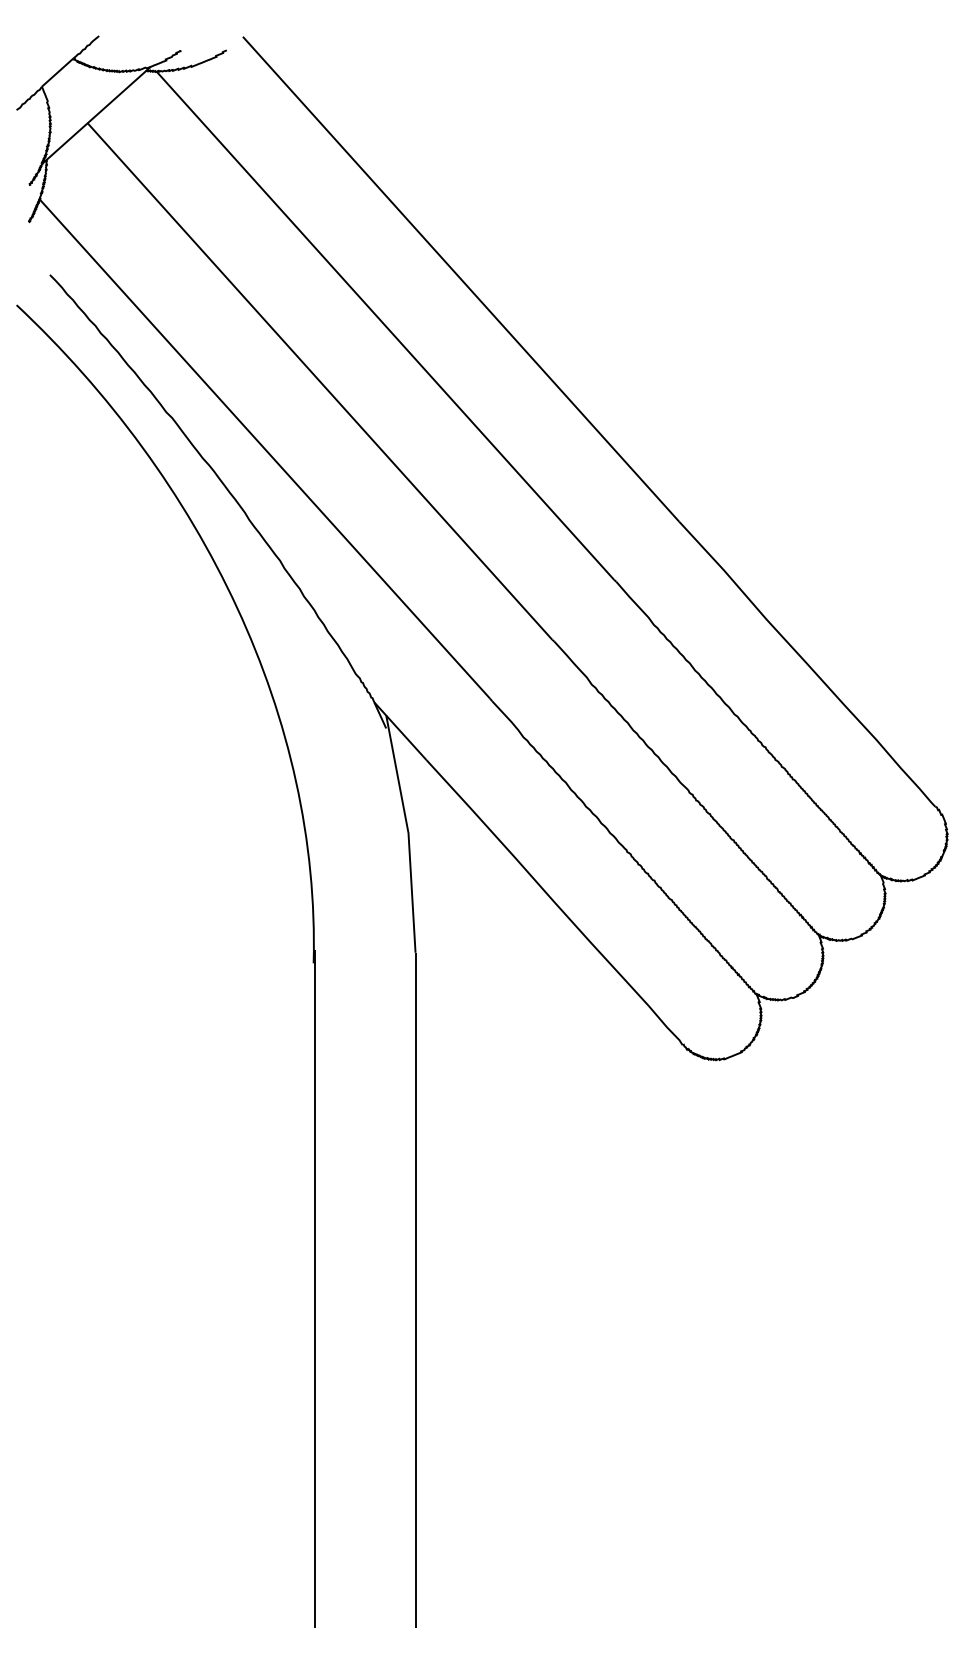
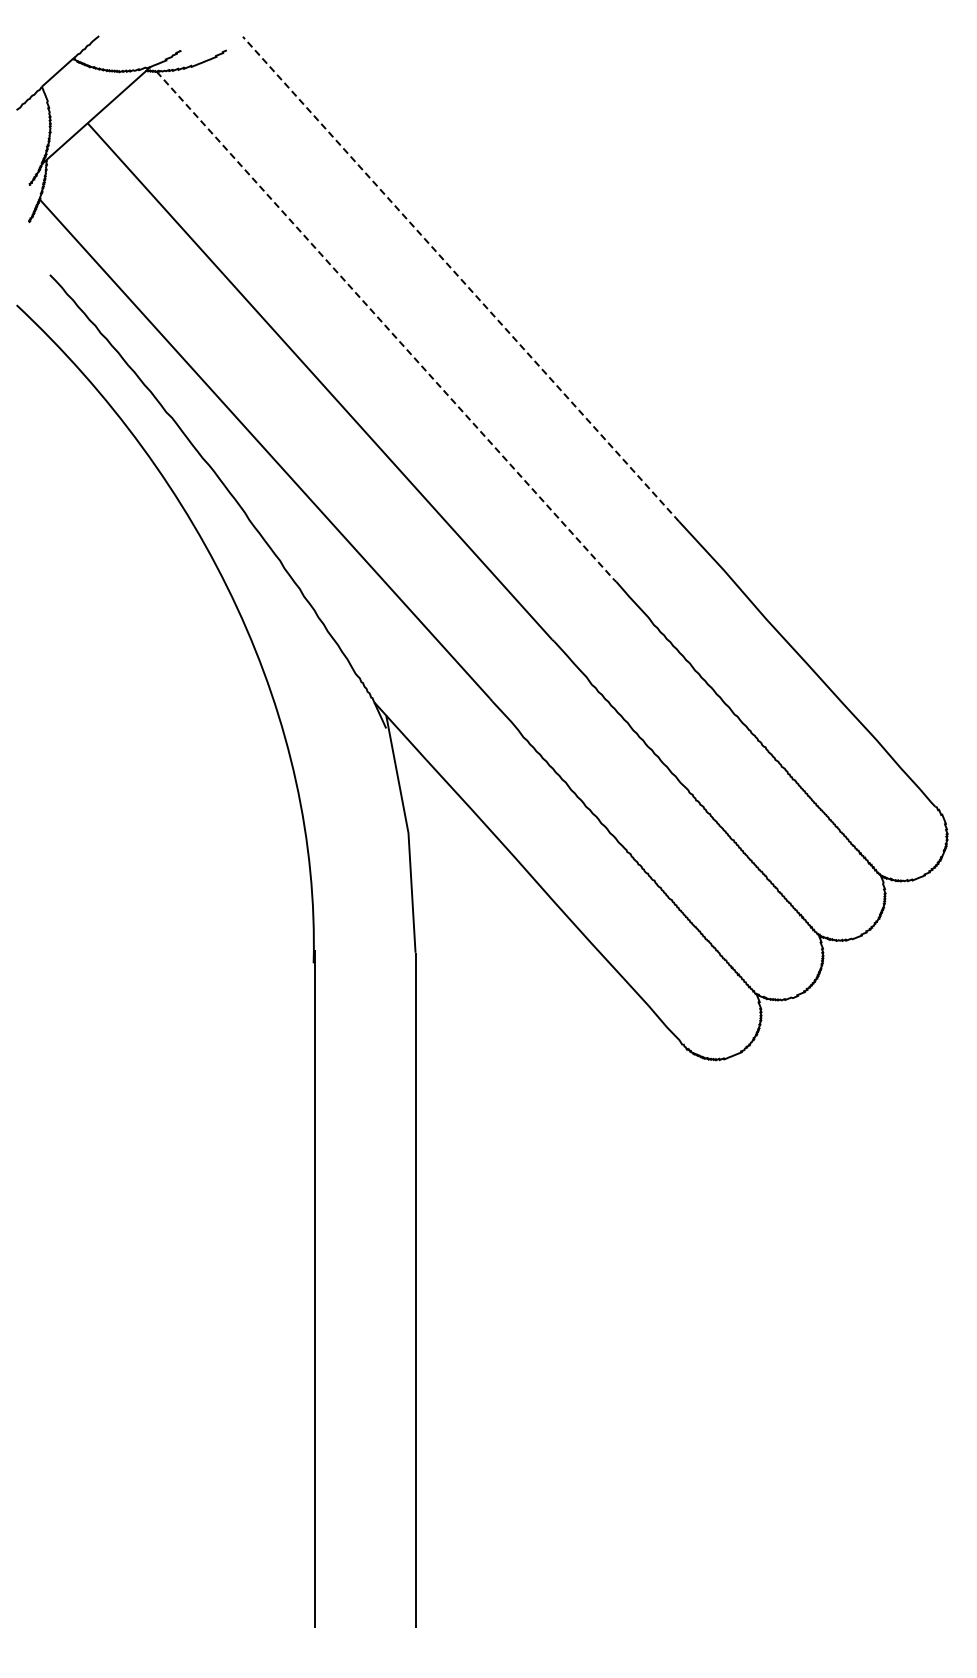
line at (460, 278): solid -> dashed
line at (385, 326): solid -> dashed
